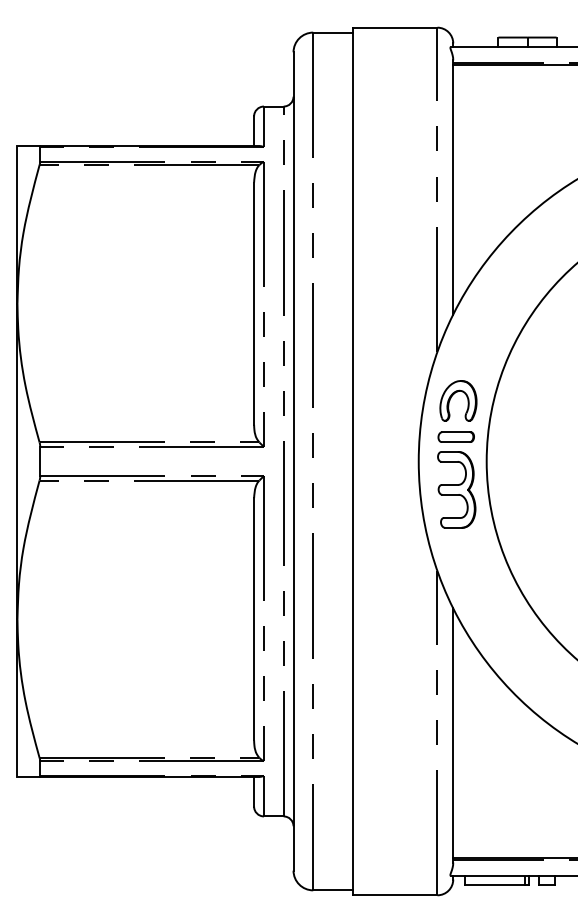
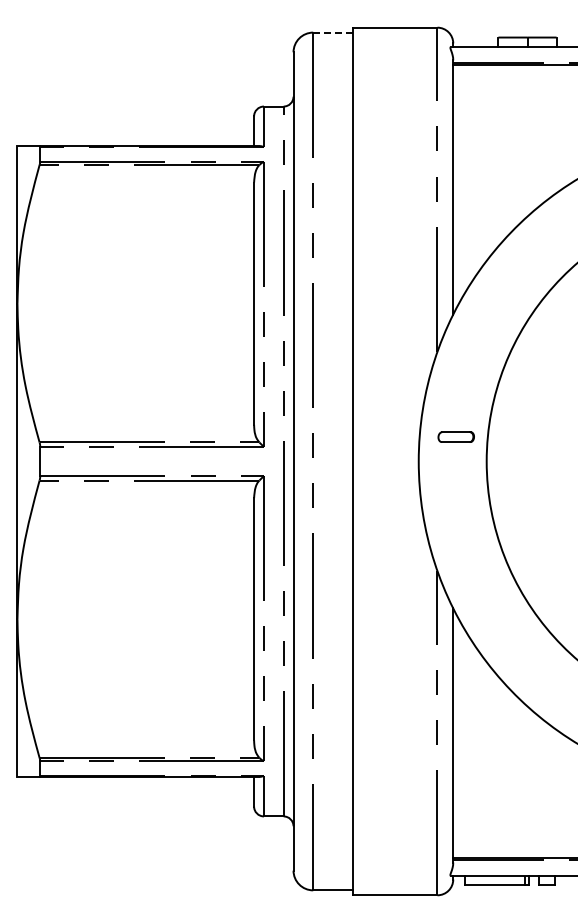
line at (332, 32): solid -> dashed
part at (453, 395): present -> none
part at (456, 489): present -> none
